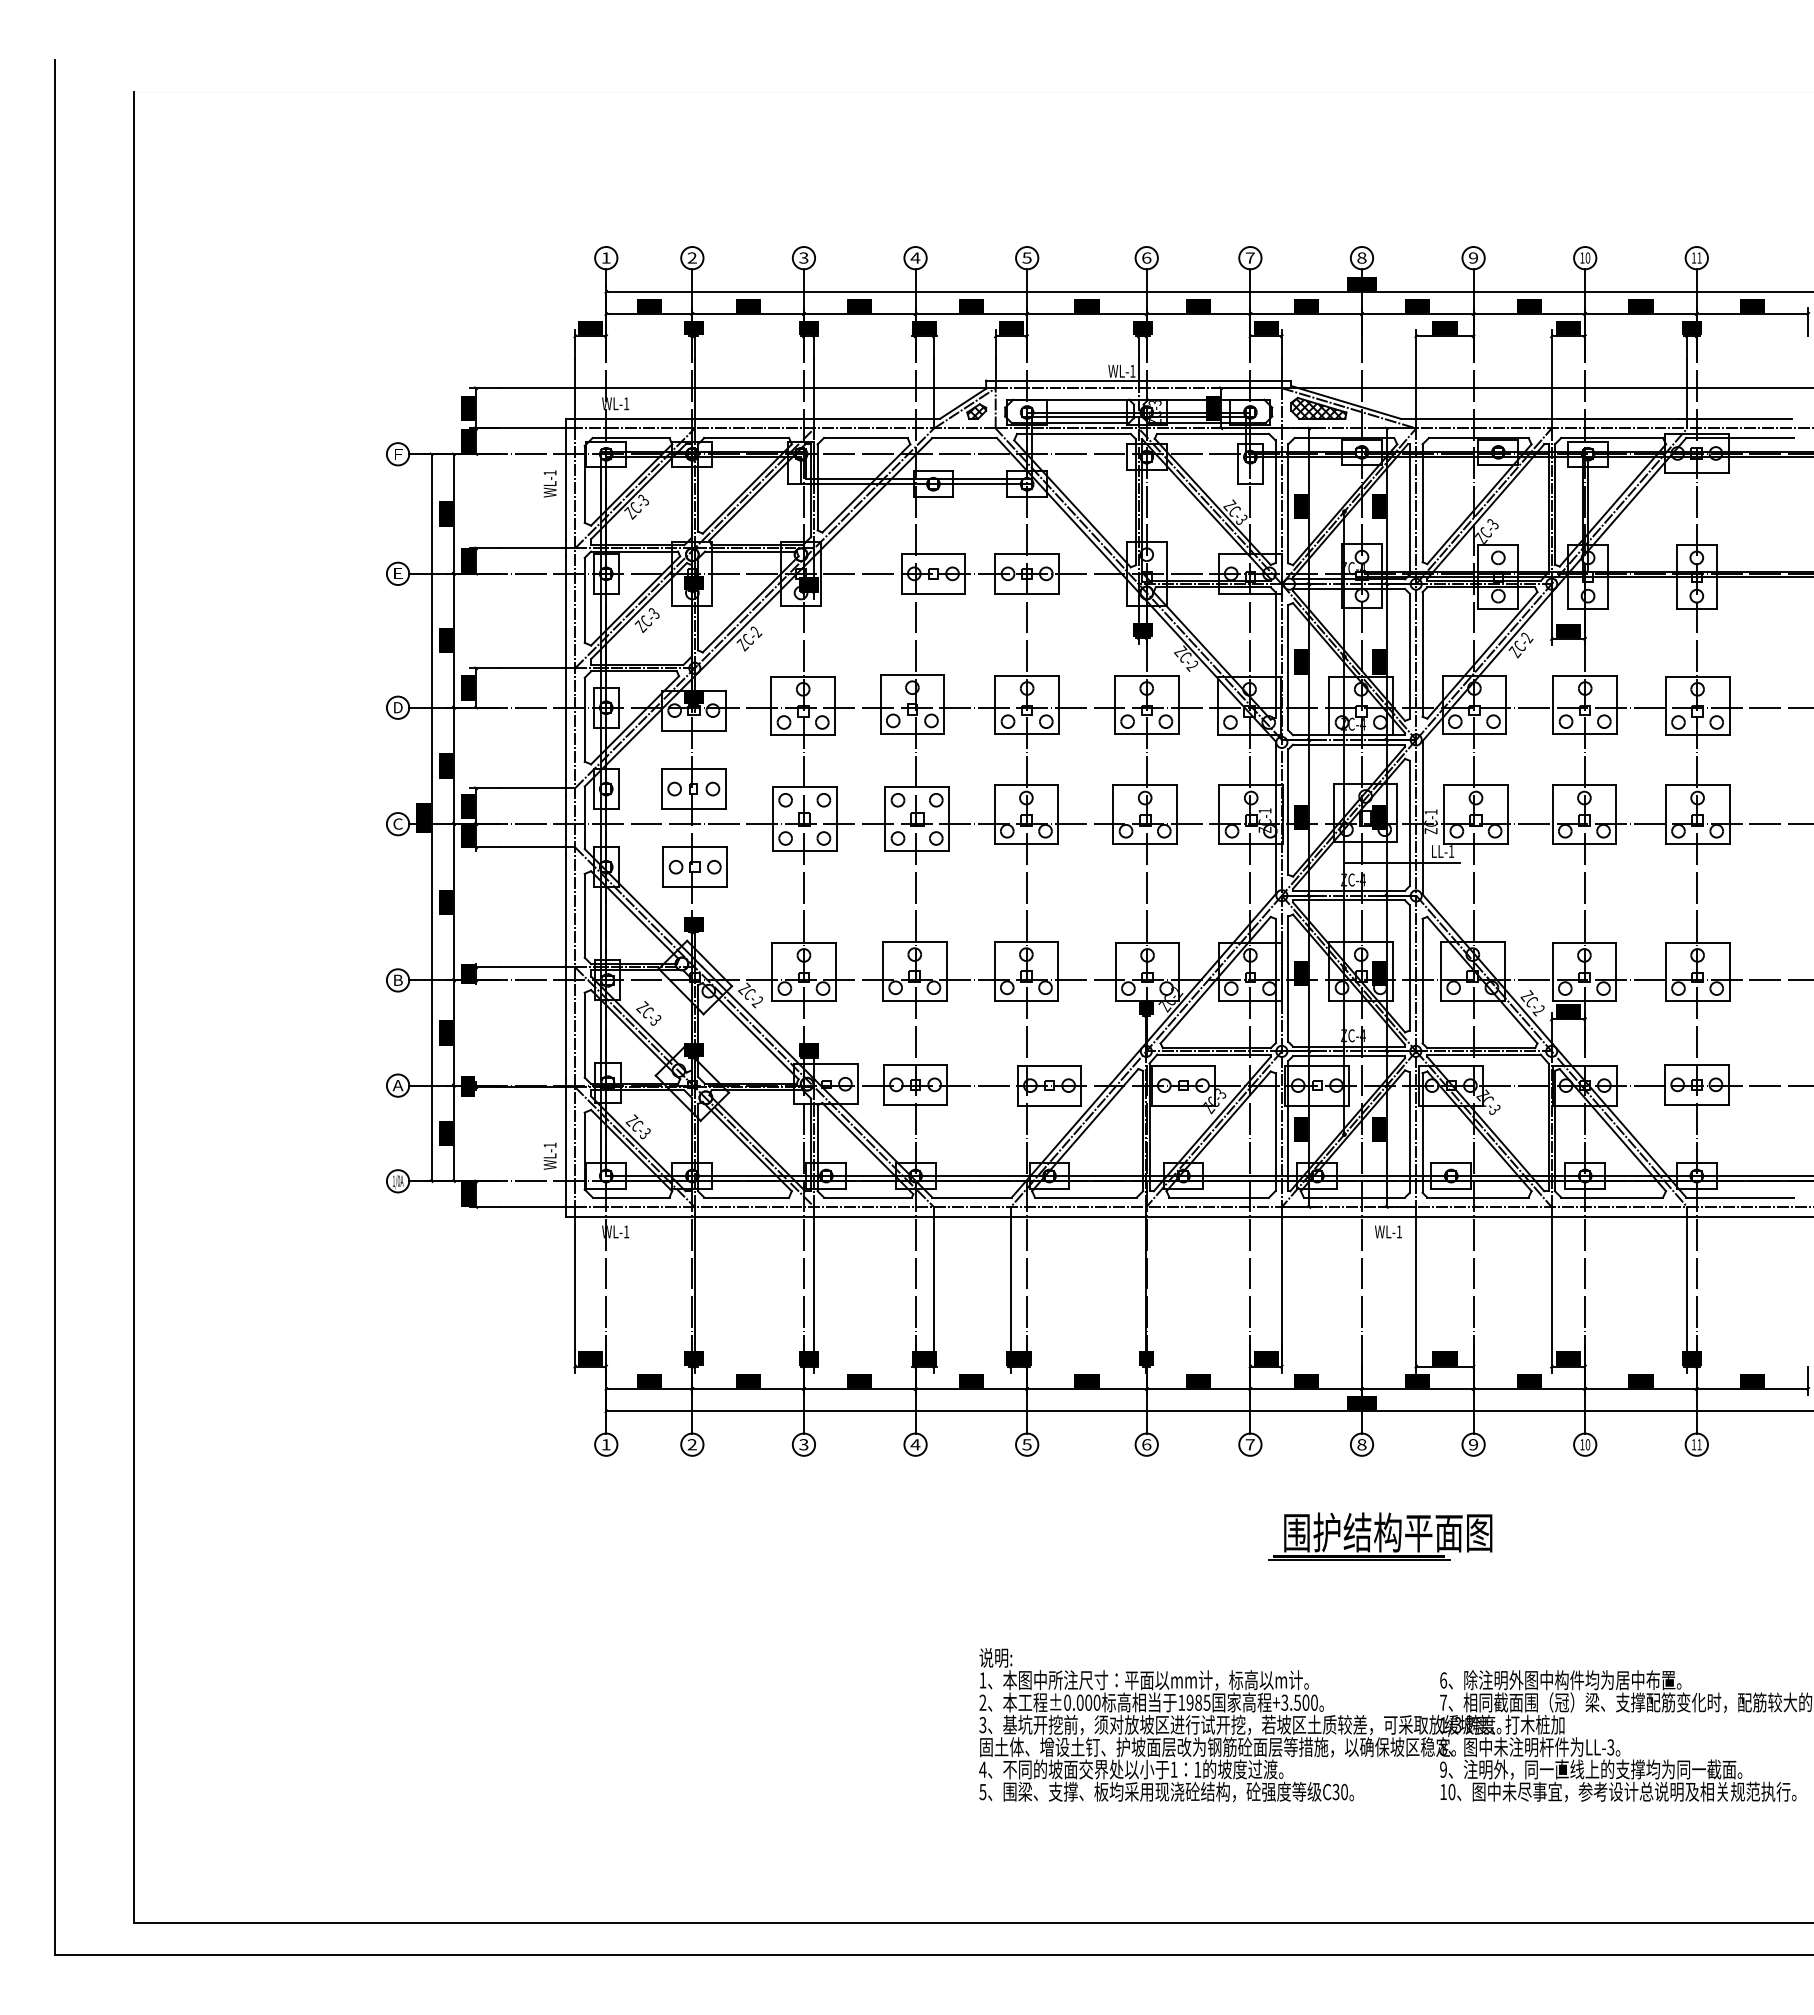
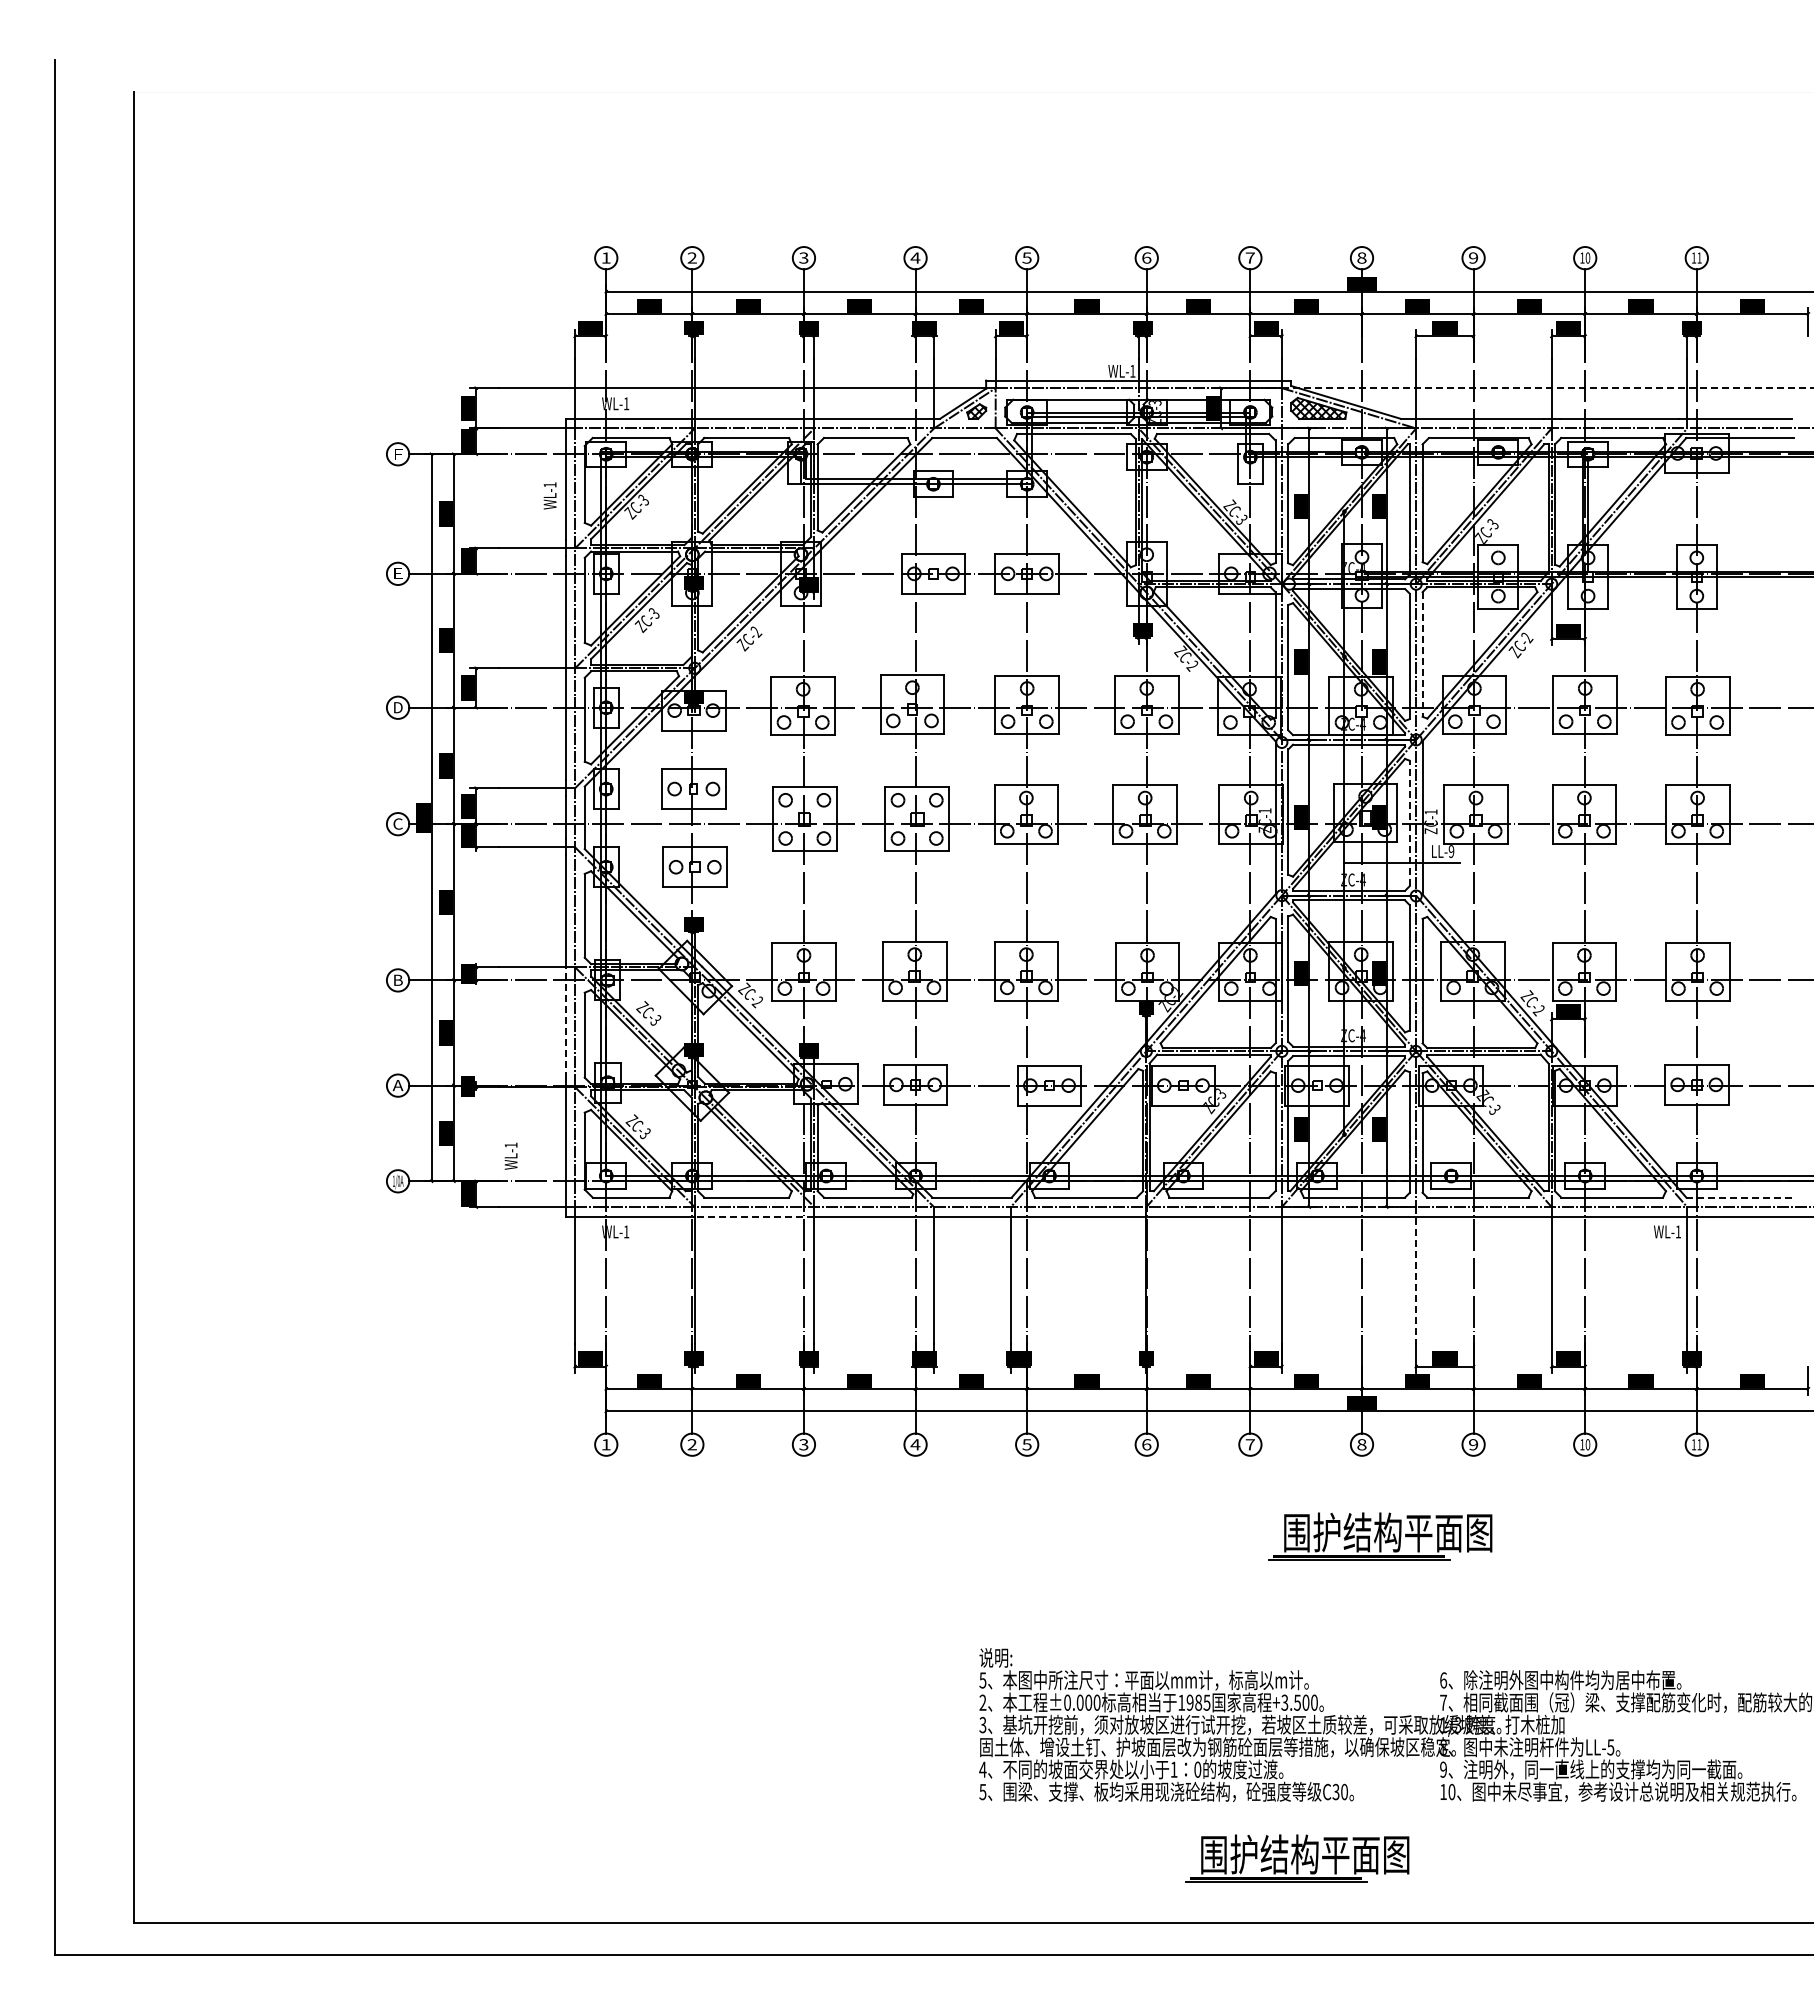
line at (1547, 388): solid -> dashed
text at (549, 483) position: (549, 483) -> (549, 495)
line at (1422, 654): solid -> dashed
line at (1409, 823): solid -> dashed
text at (1451, 851): LL-1 -> LL-9
line at (565, 1023): solid -> dashed
text at (549, 1155) position: (549, 1155) -> (510, 1155)
line at (1739, 1197): solid -> dashed
line at (754, 1216): solid -> dashed
text at (1388, 1231) position: (1388, 1231) -> (1667, 1231)
line at (1416, 1275): solid -> dashed
text at (982, 1680): 1 -> 5
text at (1610, 1746): LL-3 -> LL-5
text at (1197, 1769): 1 -> 0
part at (1297, 1858): none -> present
